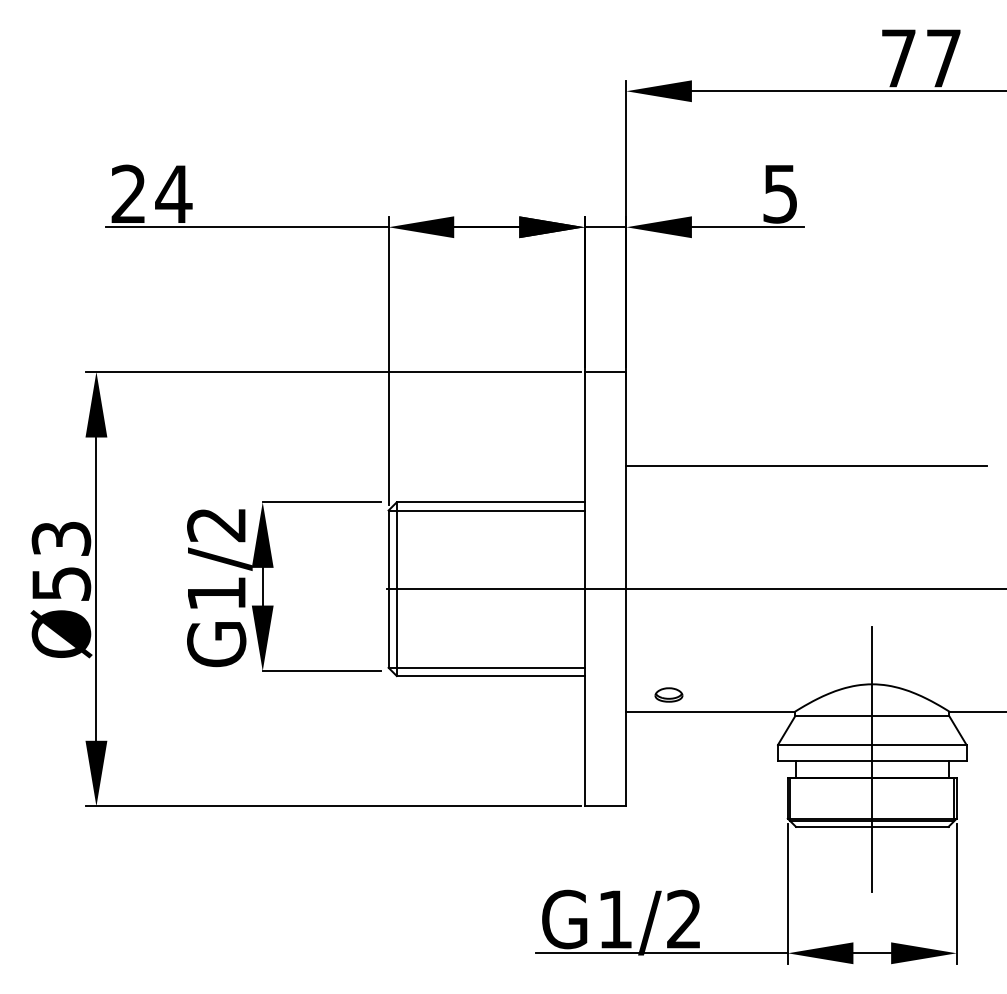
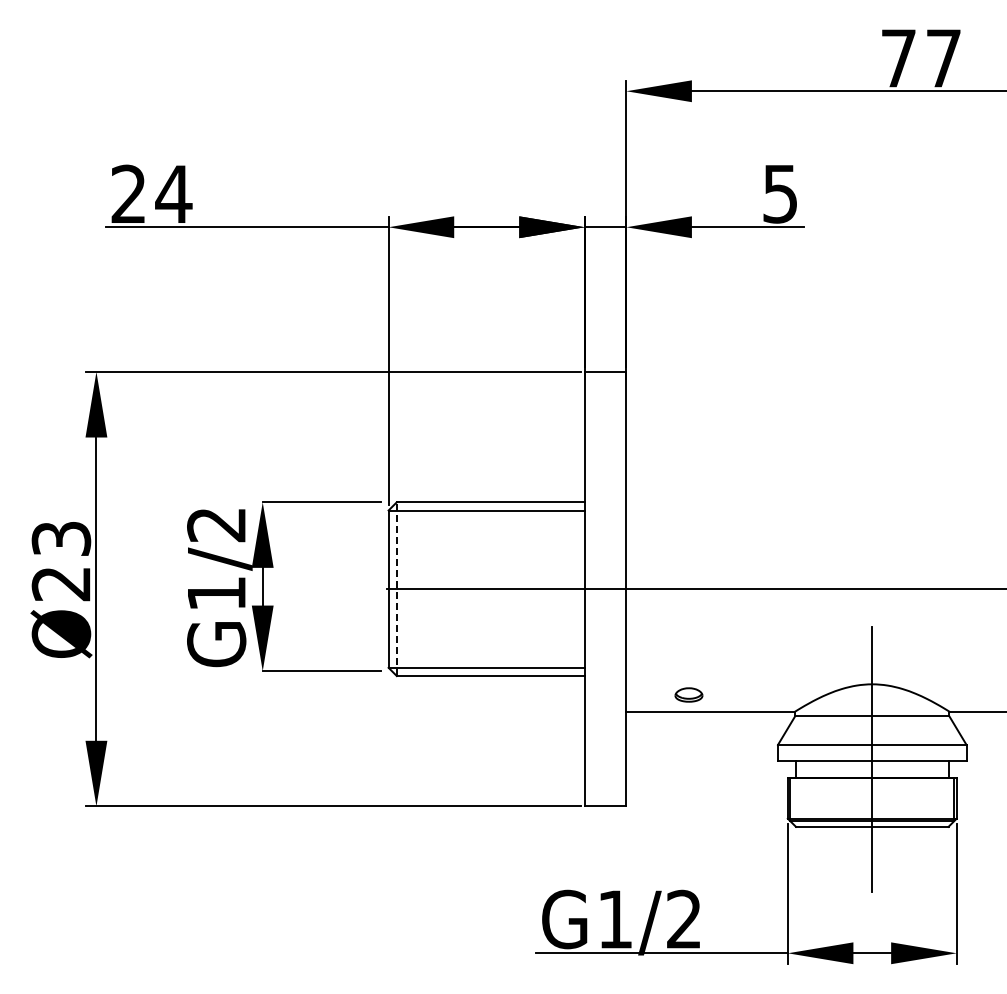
line at (806, 466): present -> none
text at (61, 584): Ø53 -> Ø23
line at (396, 589): solid -> dashed
part at (668, 694) position: (668, 694) -> (688, 694)
